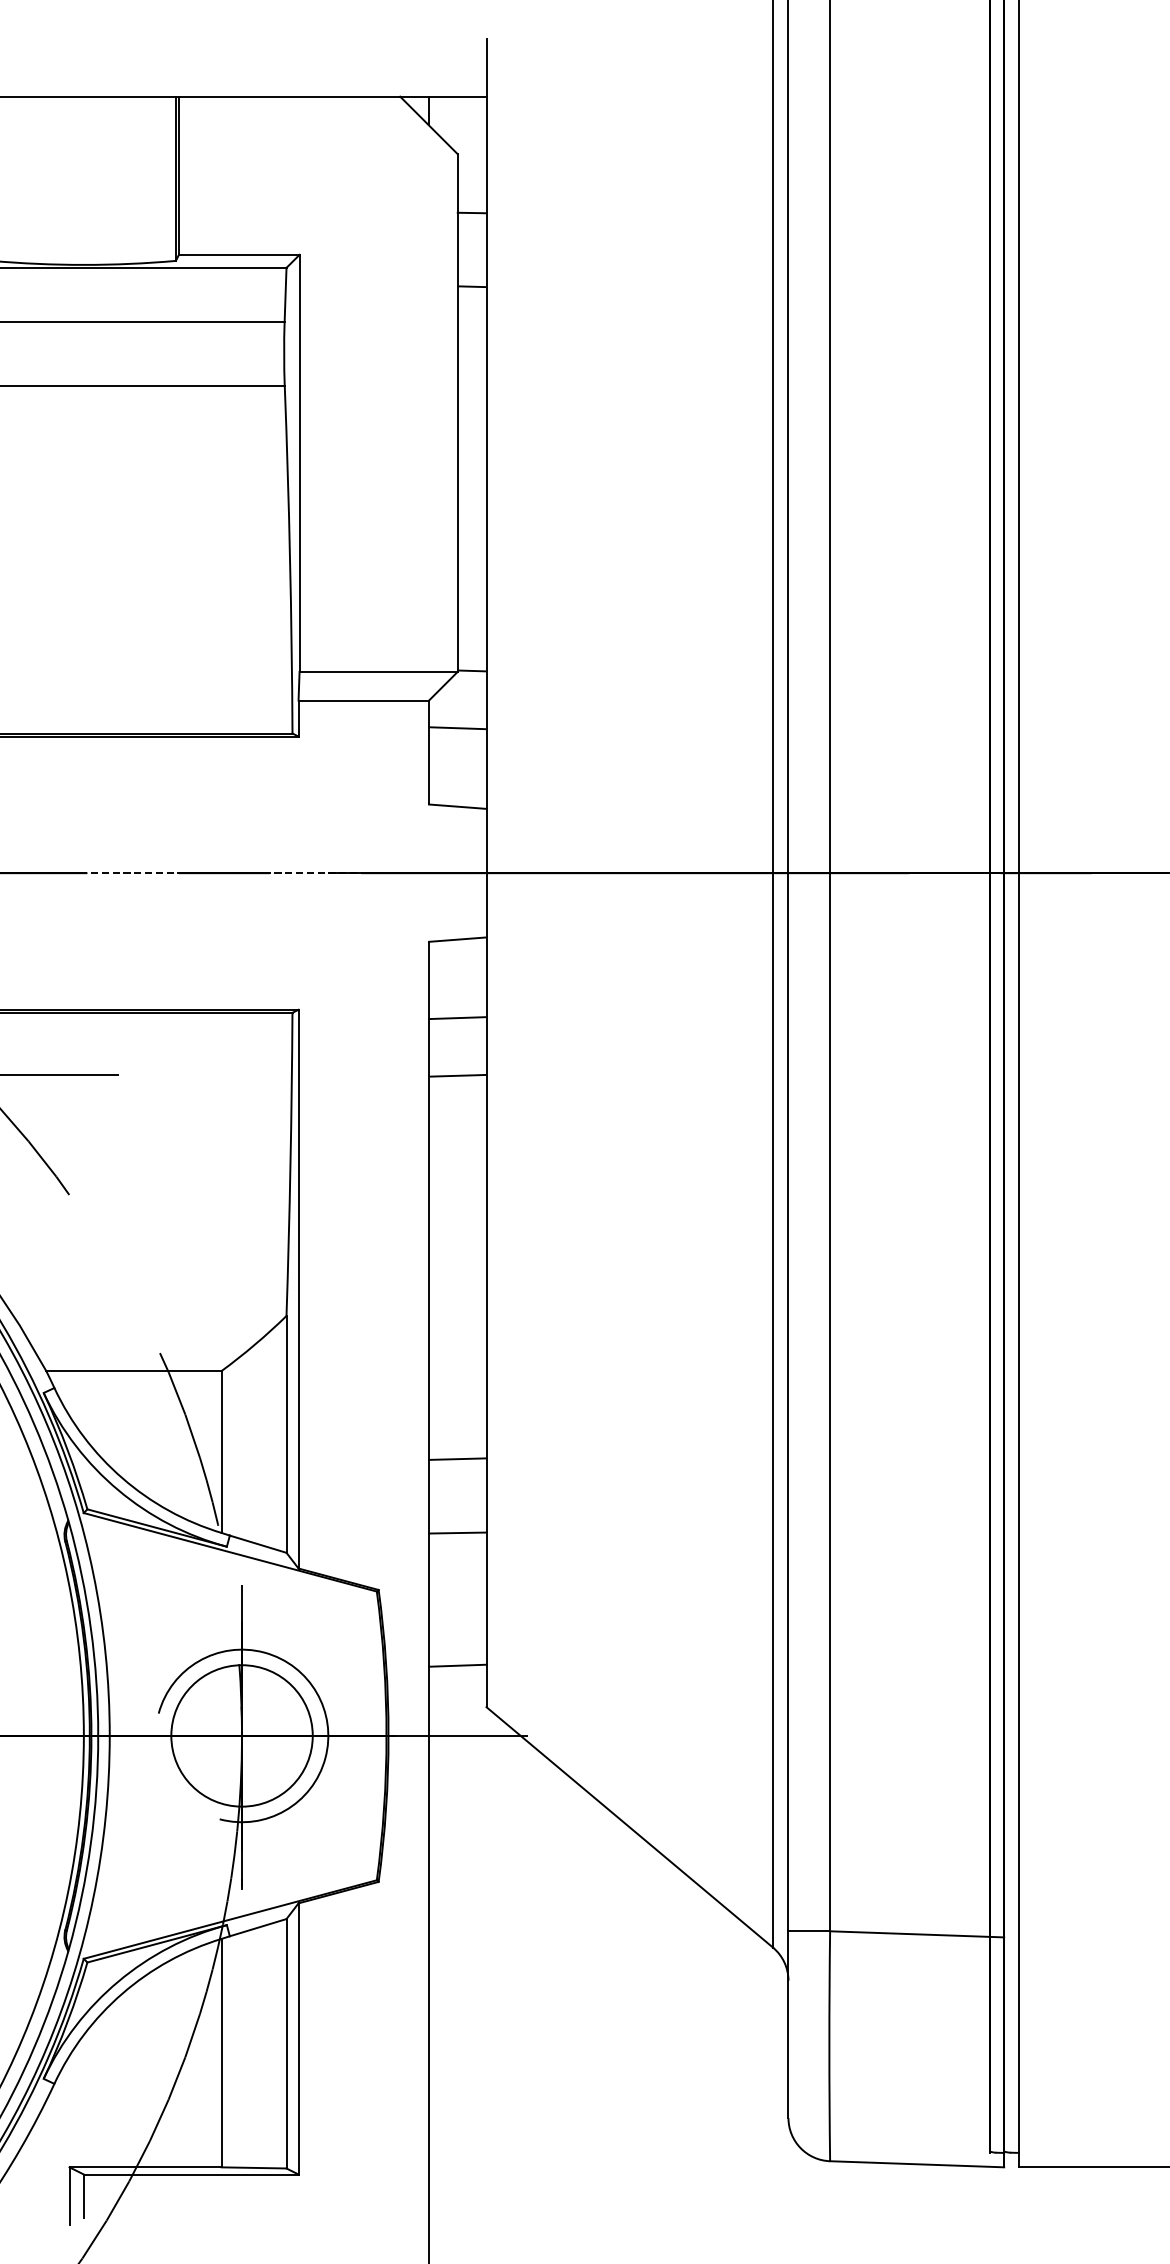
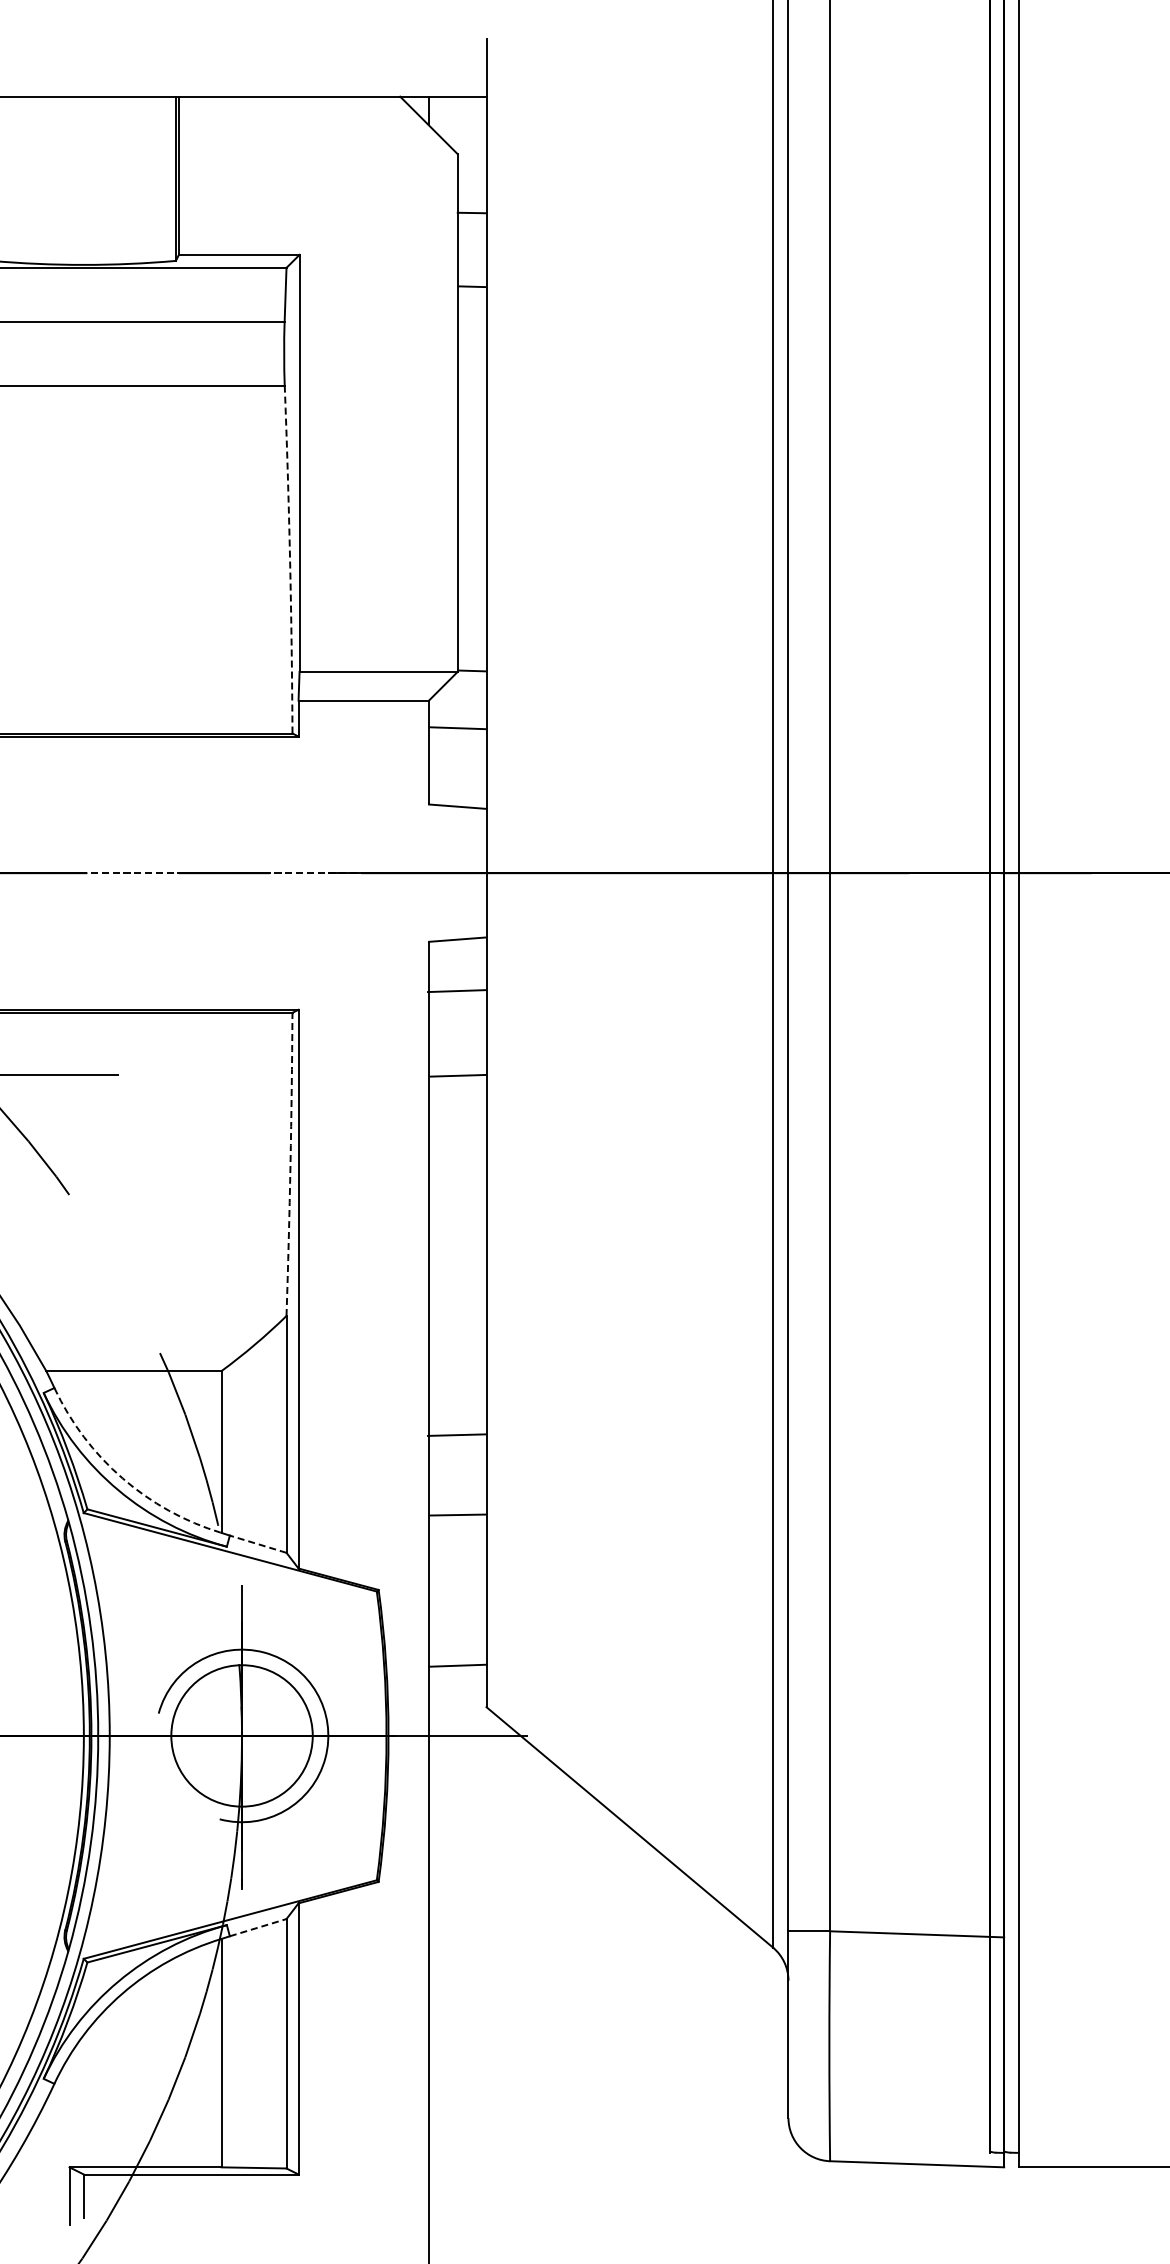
arc at (290, 559): solid -> dashed
line at (457, 1018) position: (457, 1018) -> (456, 991)
arc at (290, 1164): solid -> dashed
line at (457, 1458) position: (457, 1458) -> (456, 1434)
arc at (122, 1478): solid -> dashed
line at (457, 1532) position: (457, 1532) -> (457, 1514)
line at (258, 1544): solid -> dashed
line at (258, 1927): solid -> dashed
